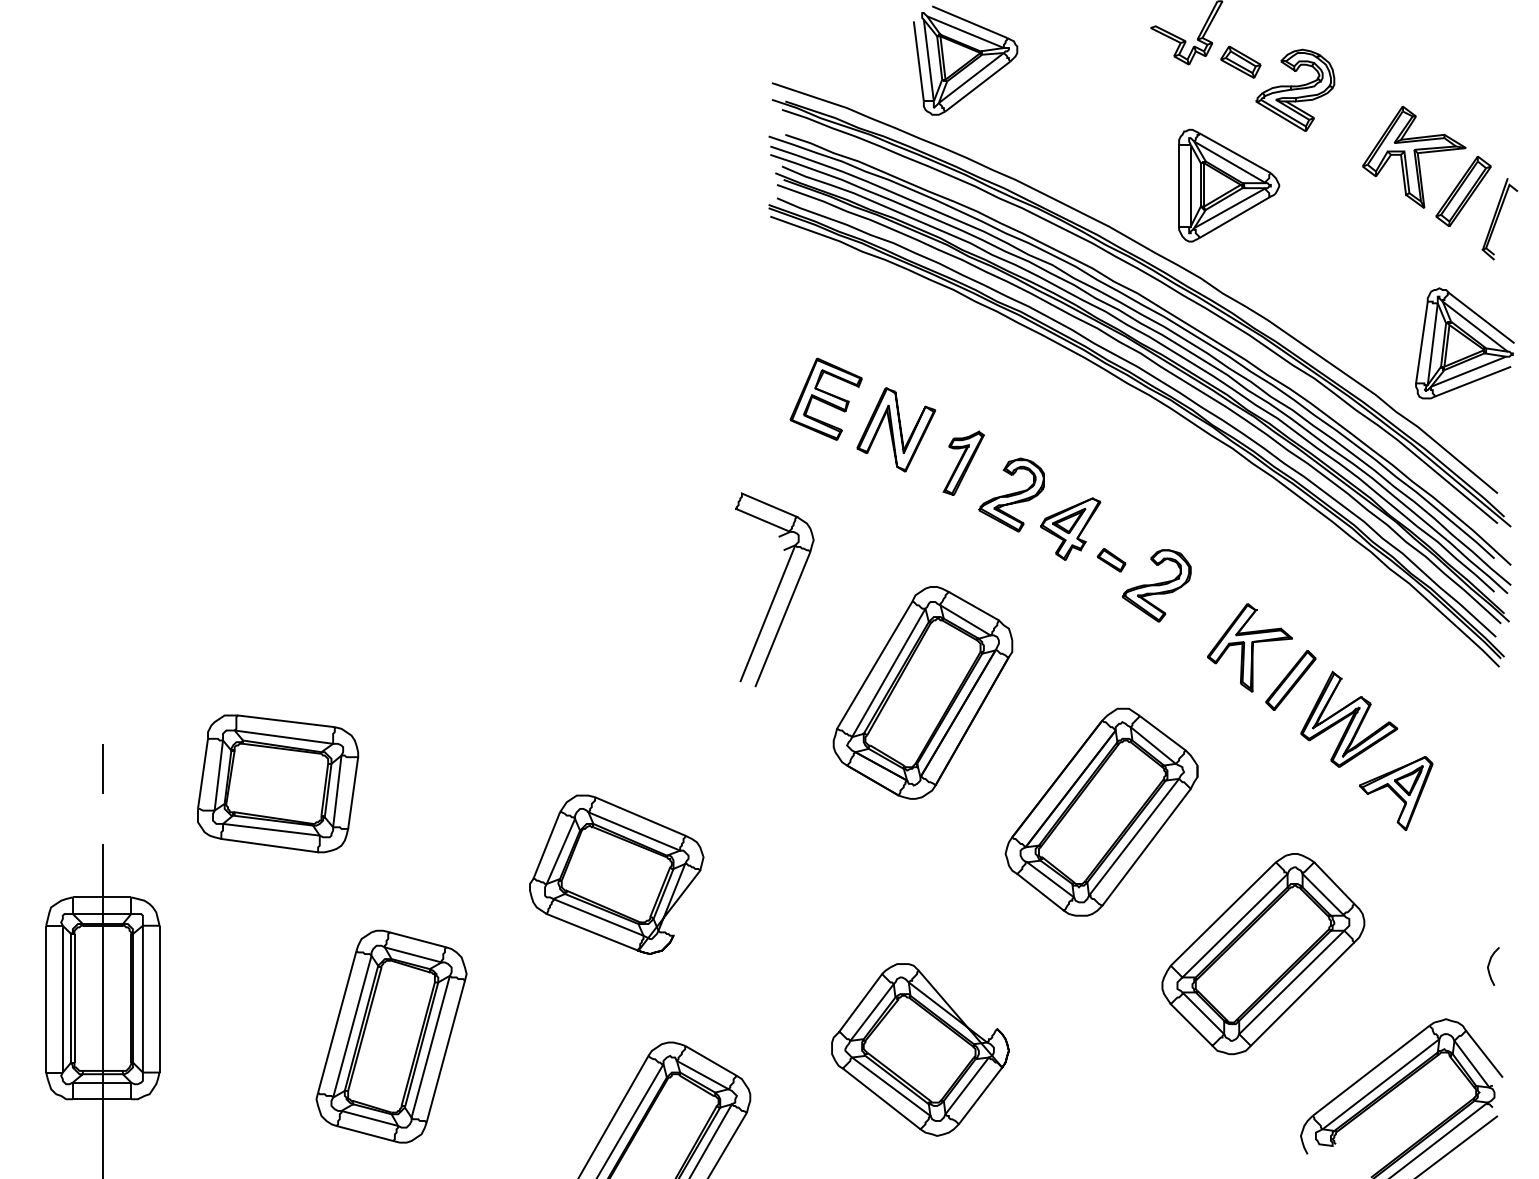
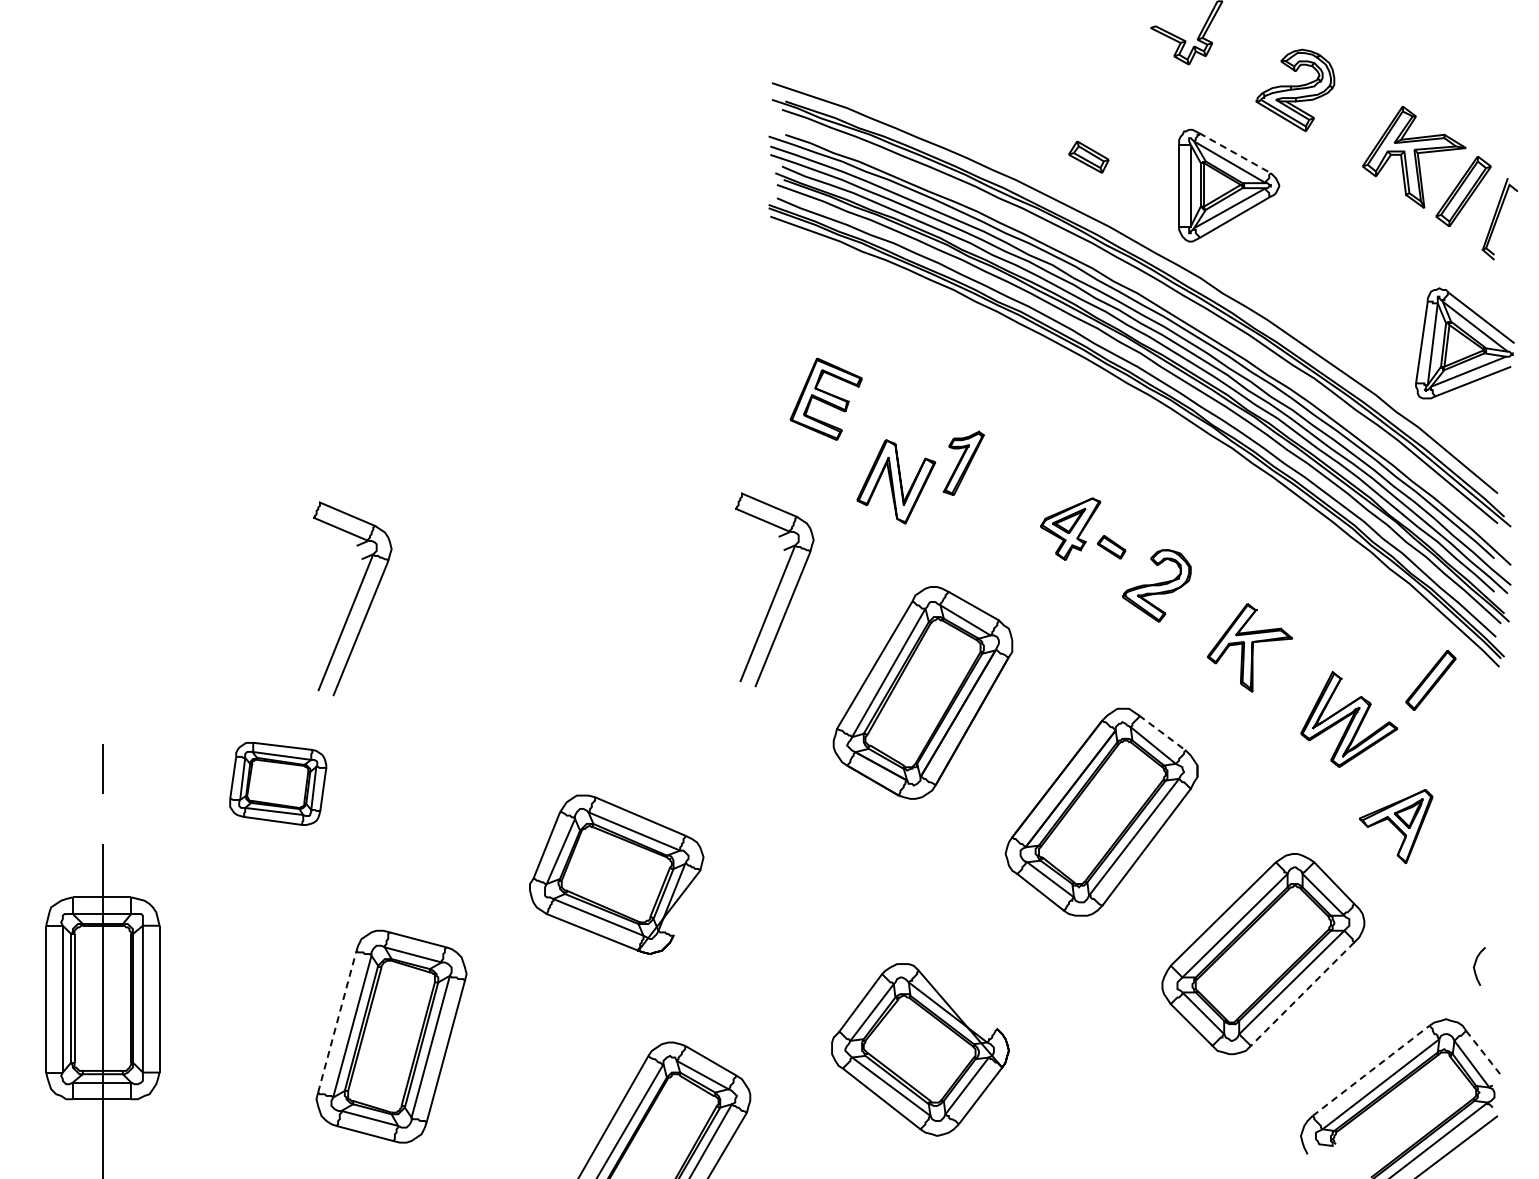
part at (965, 60): present -> none
part at (1240, 61) position: (1240, 61) -> (1088, 156)
line at (1235, 153): solid -> dashed
part at (896, 429) position: (896, 429) -> (896, 481)
part at (1011, 494): present -> none
part at (1111, 560) position: (1111, 560) -> (1111, 547)
part at (352, 598): none -> present
part at (1290, 680) position: (1290, 680) -> (1430, 680)
line at (1162, 733): solid -> dashed
part at (278, 783) size: 163x140 px -> 99x84 px
part at (1396, 793) position: (1396, 793) -> (1396, 826)
curve at (1489, 966) position: (1489, 966) -> (1475, 966)
line at (1302, 994): solid -> dashed
line at (337, 1021): solid -> dashed
line at (1484, 1054): solid -> dashed
line at (1371, 1070): solid -> dashed
